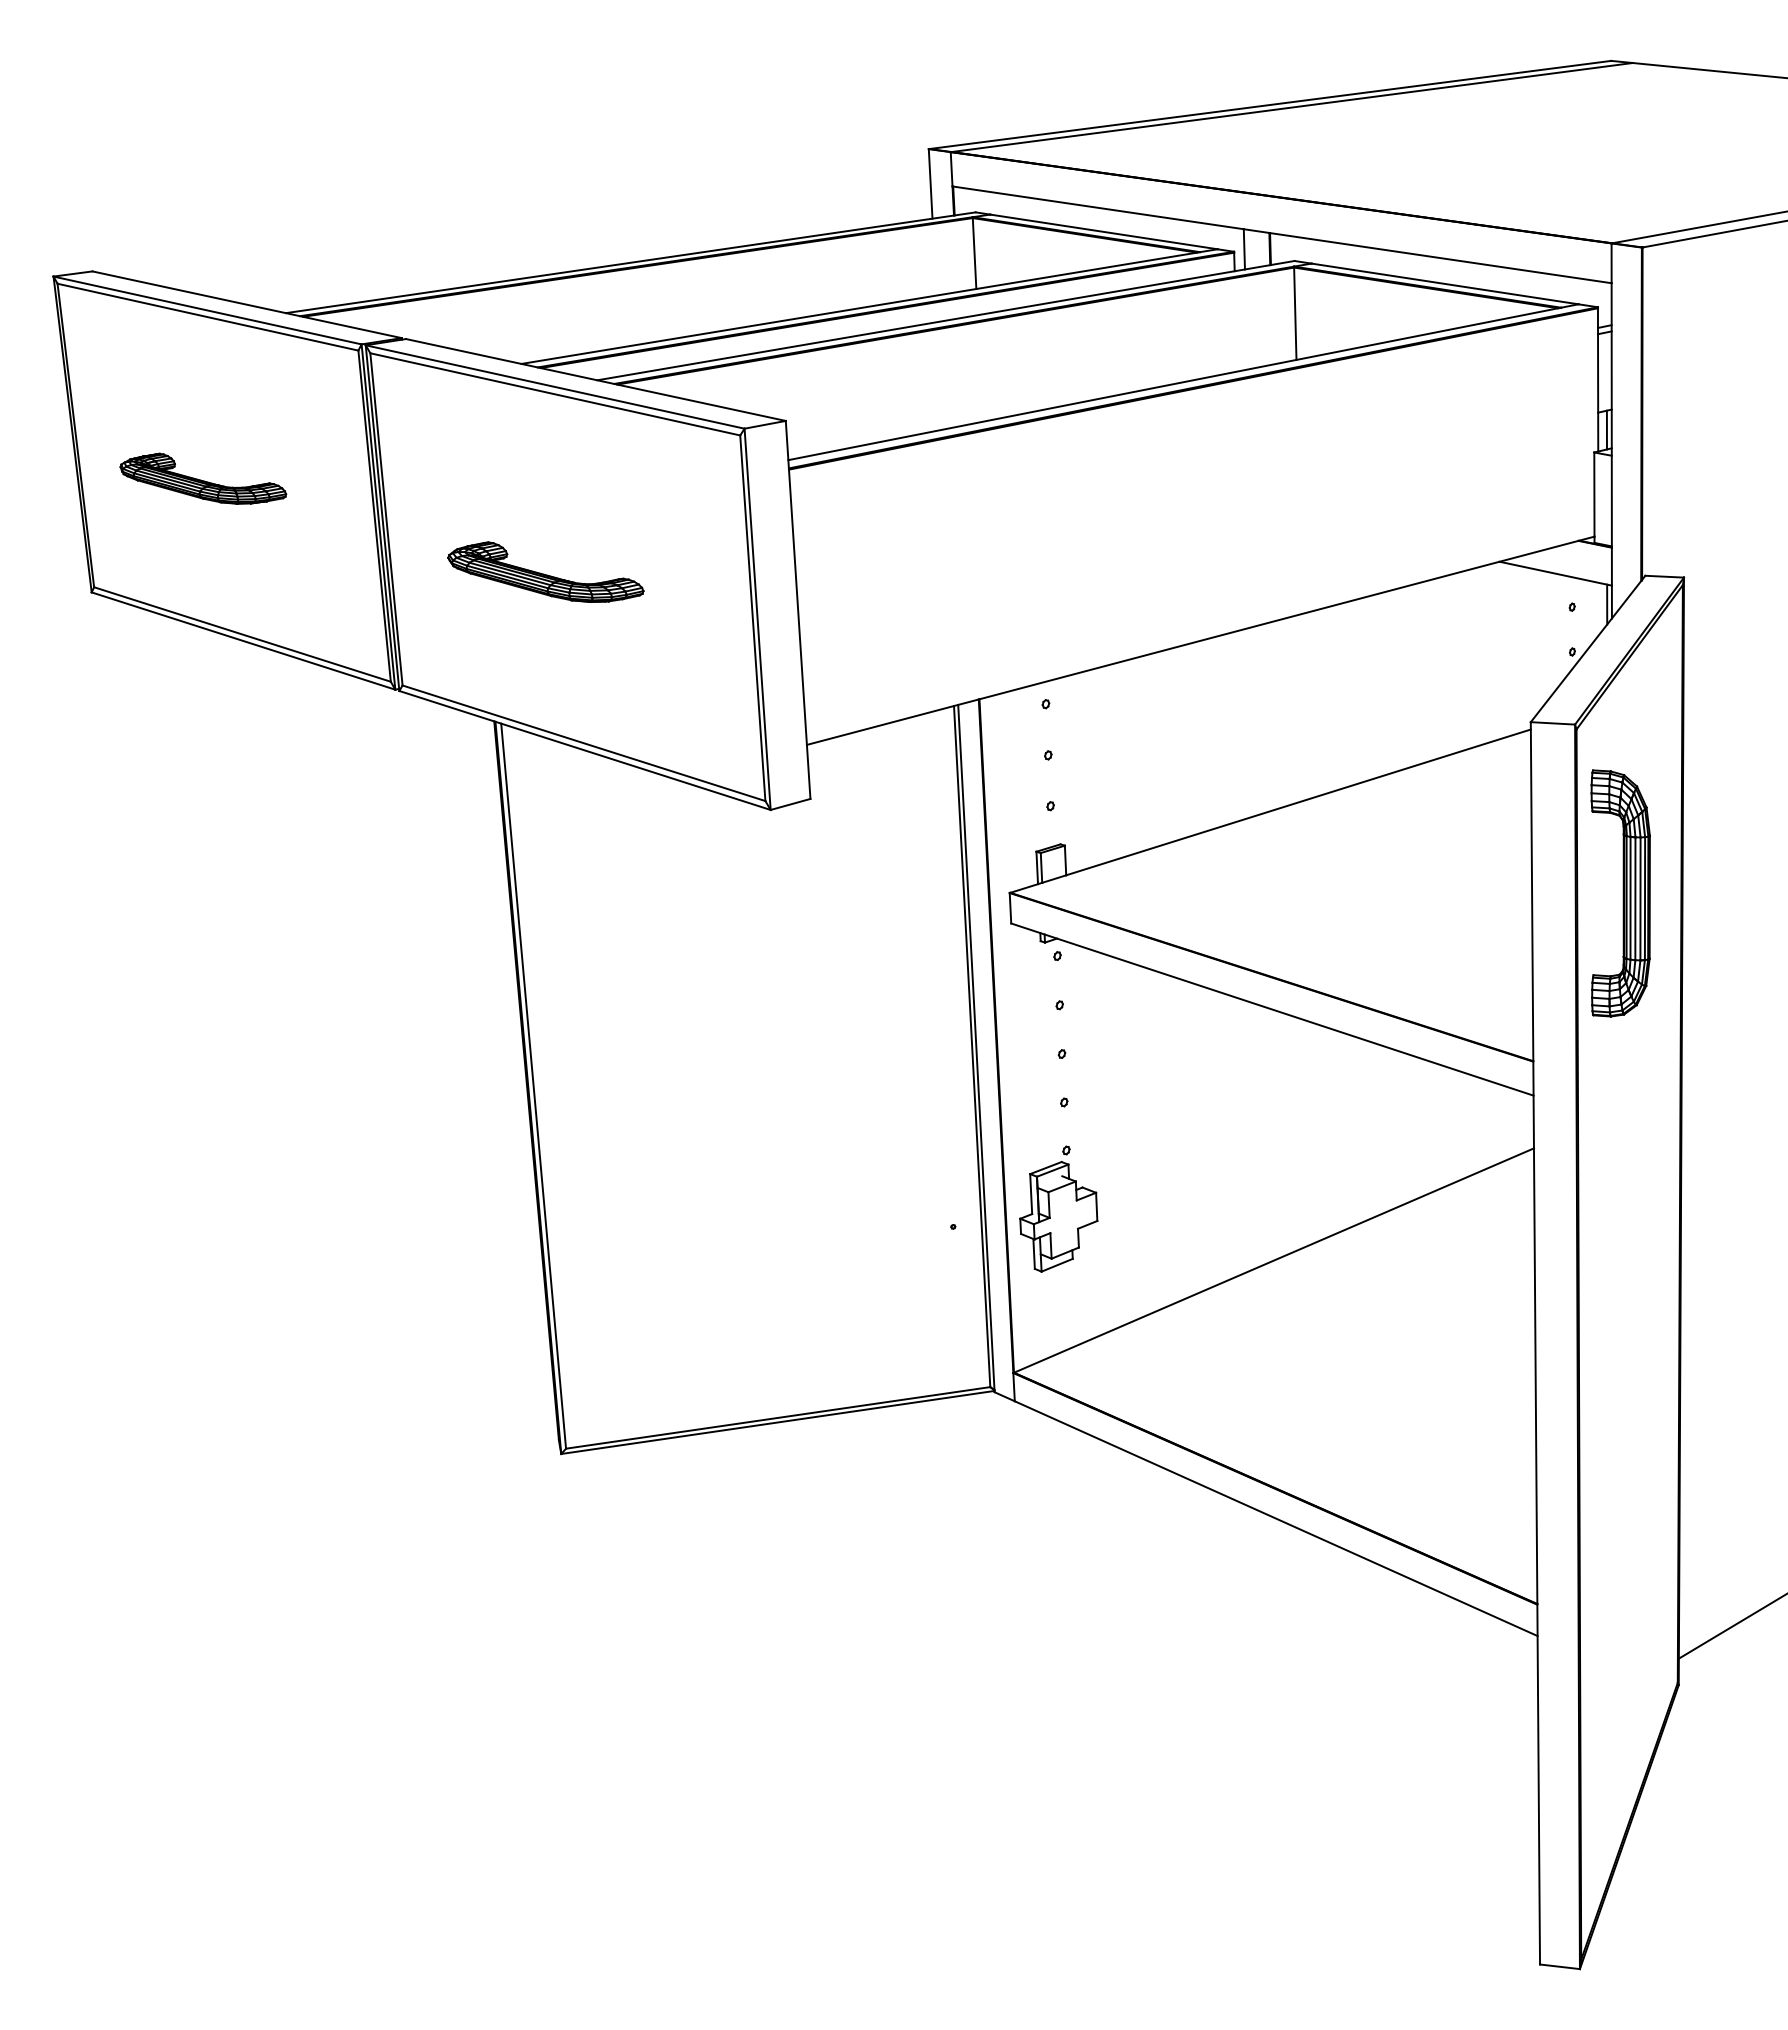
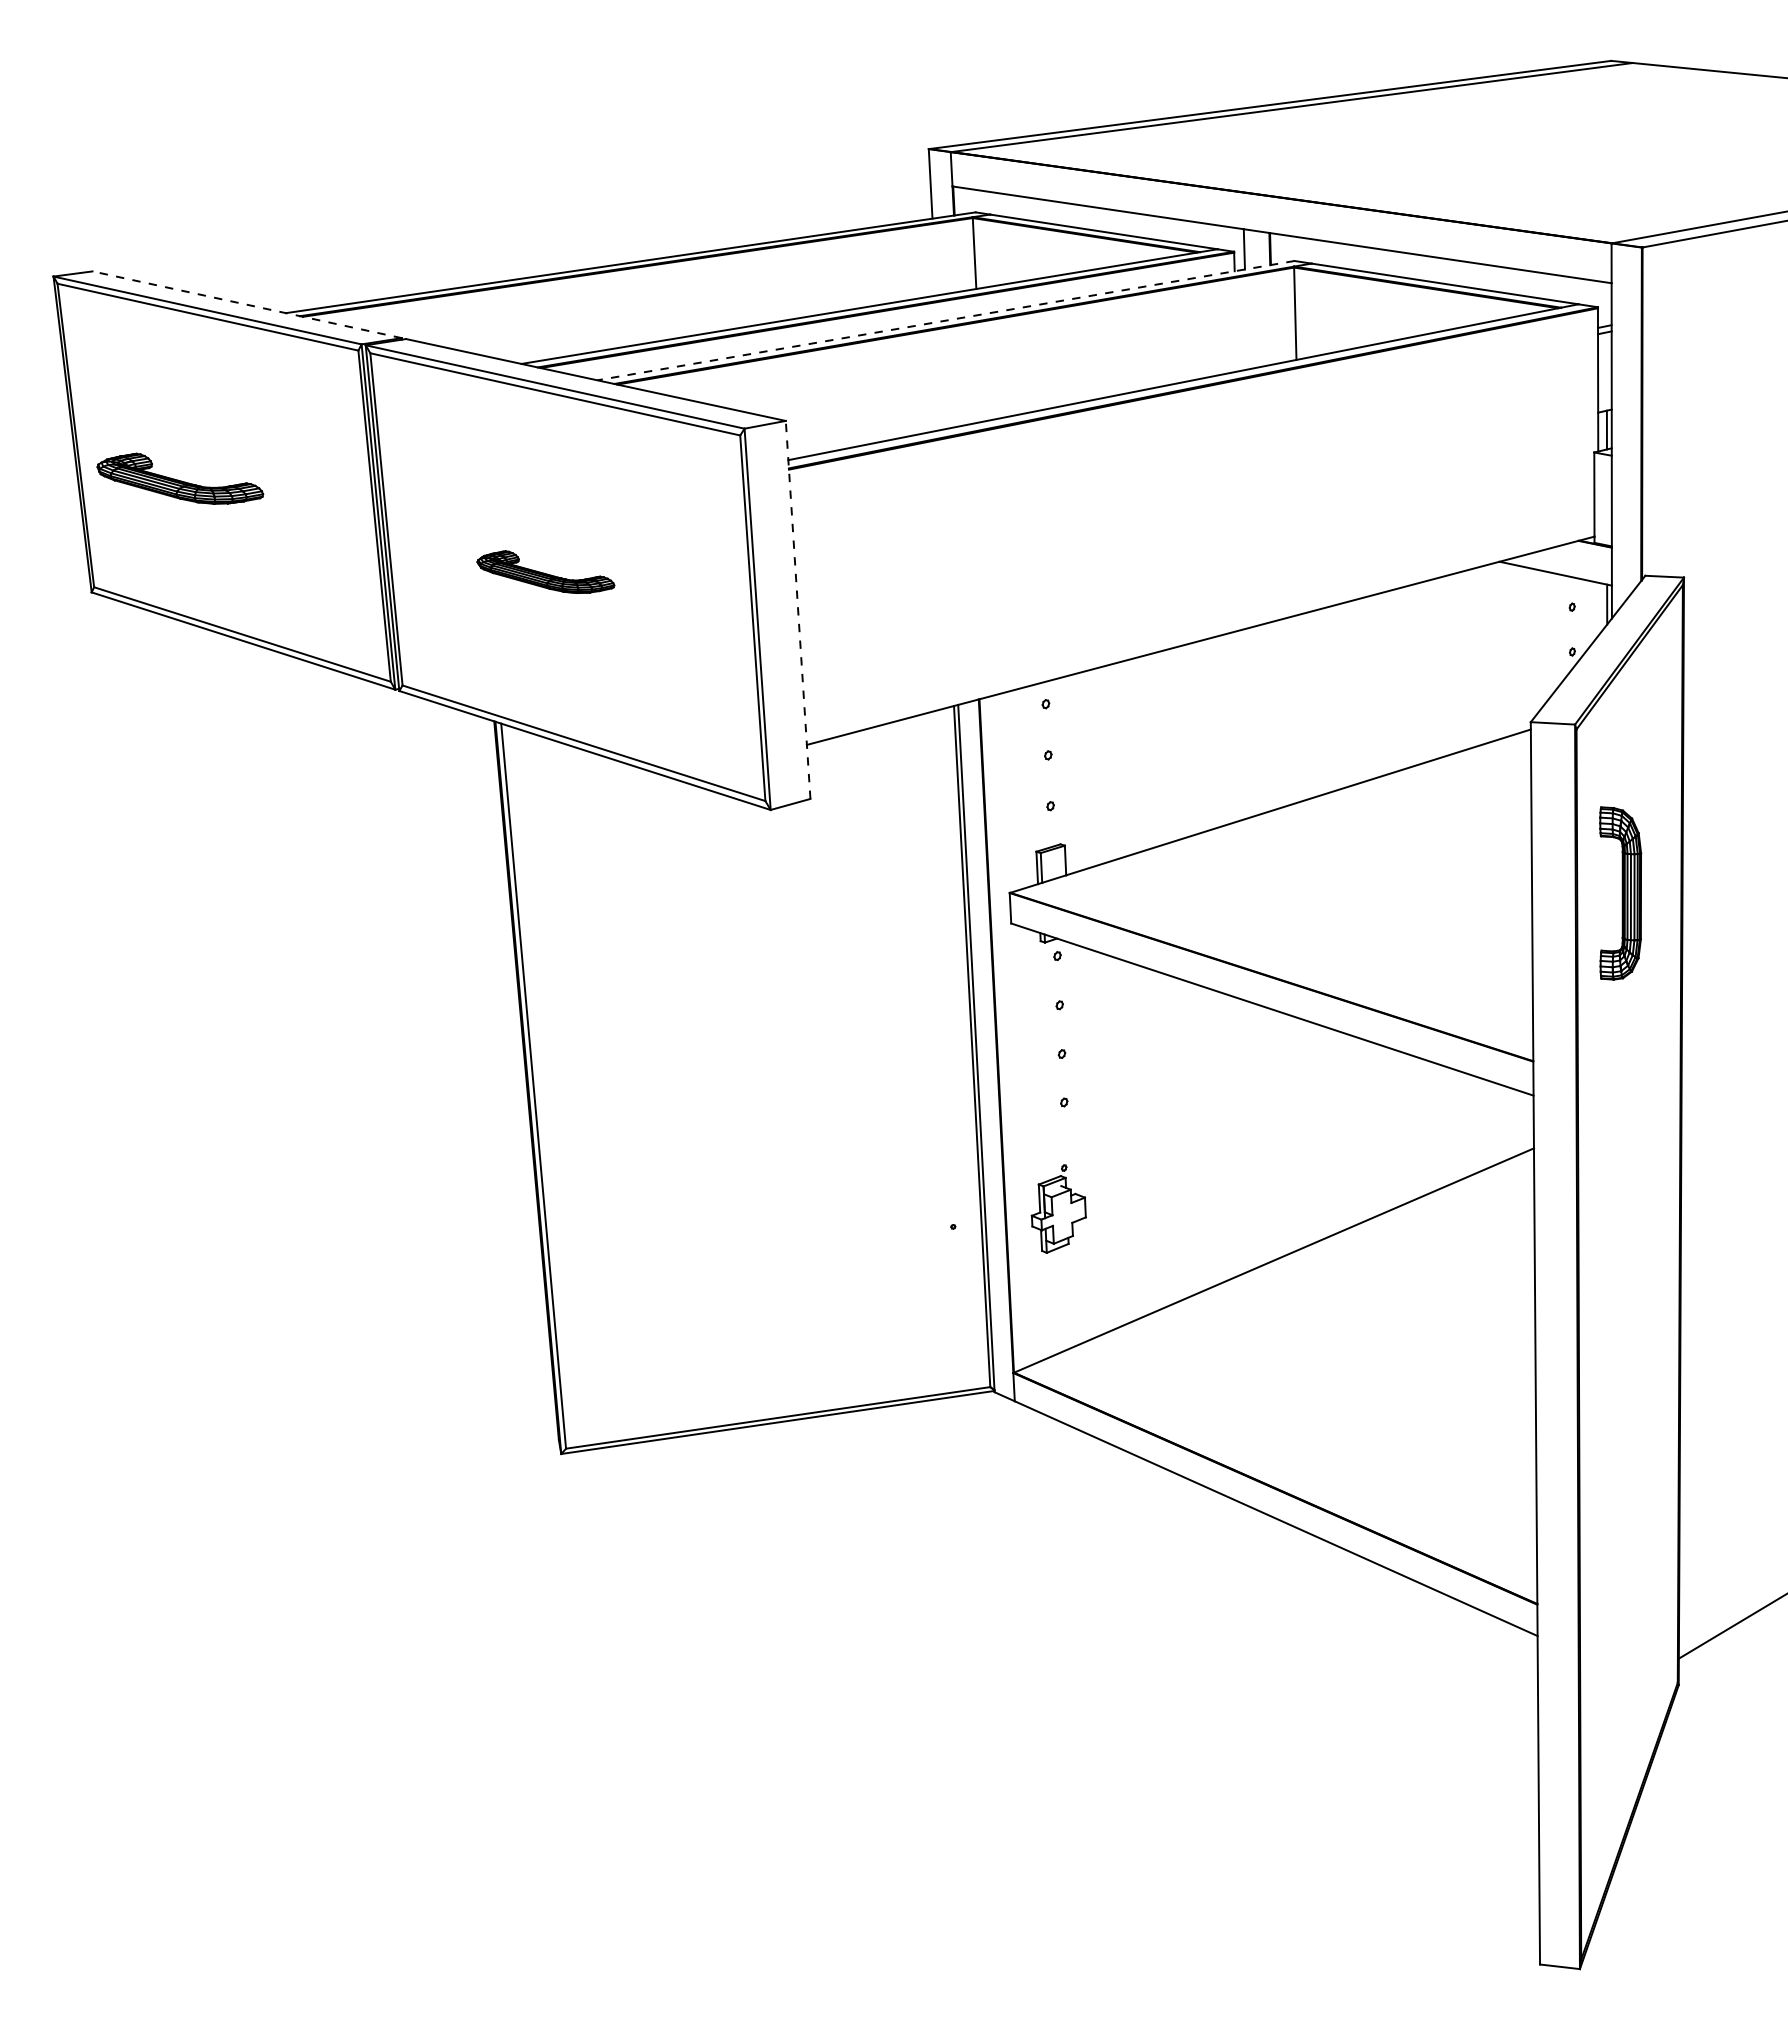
line at (246, 304): solid -> dashed
line at (945, 320): solid -> dashed
part at (203, 478) position: (203, 478) -> (180, 478)
part at (545, 571) size: 198x62 px -> 140x44 px
line at (798, 609): solid -> dashed
part at (1620, 893) size: 61x249 px -> 44x175 px
part at (1058, 1208) size: 80x128 px -> 57x90 px
